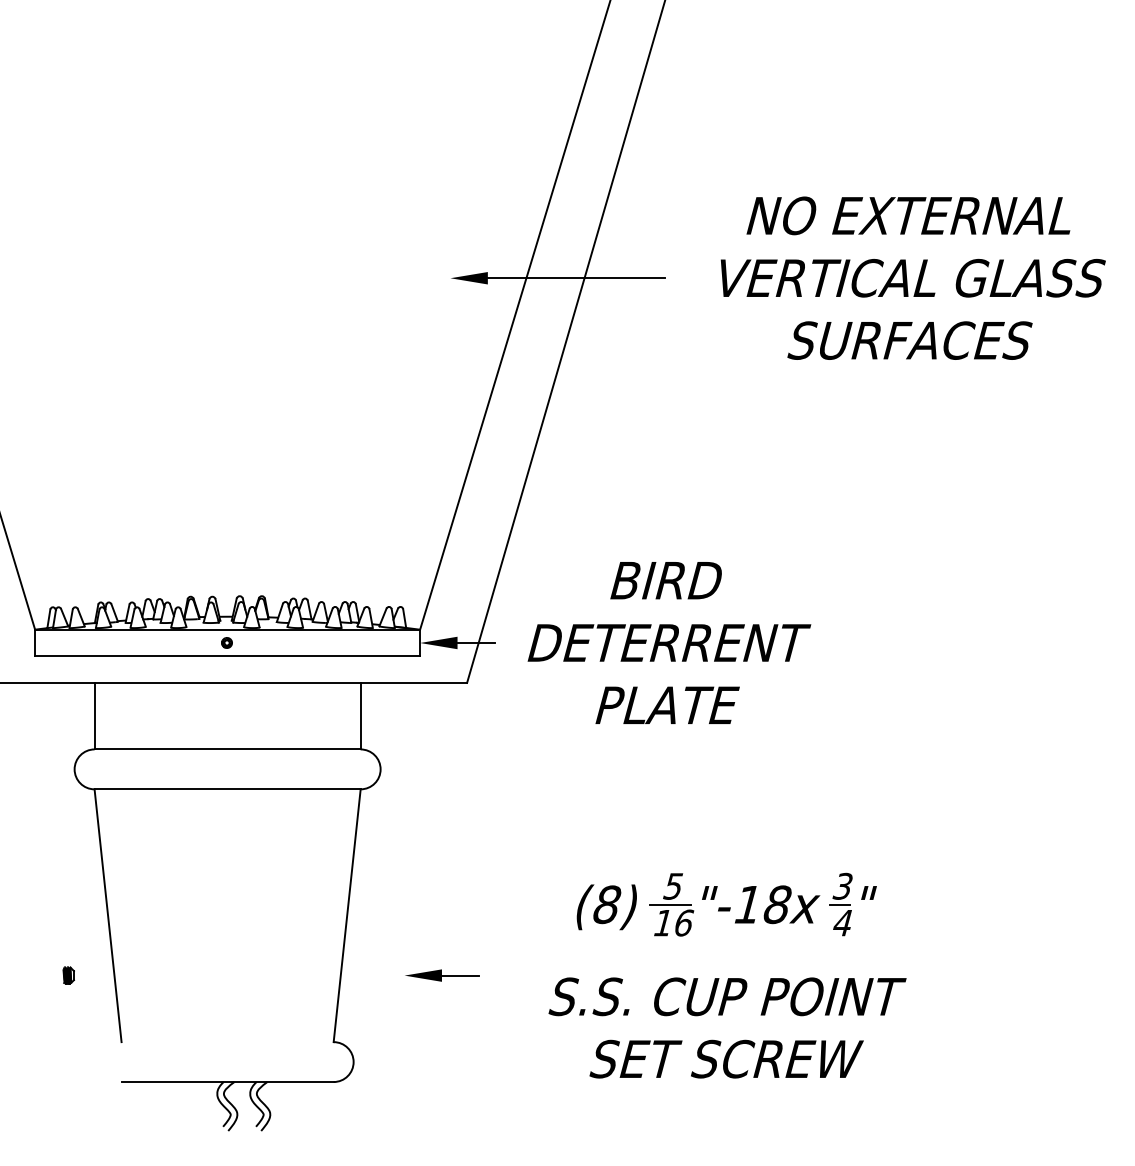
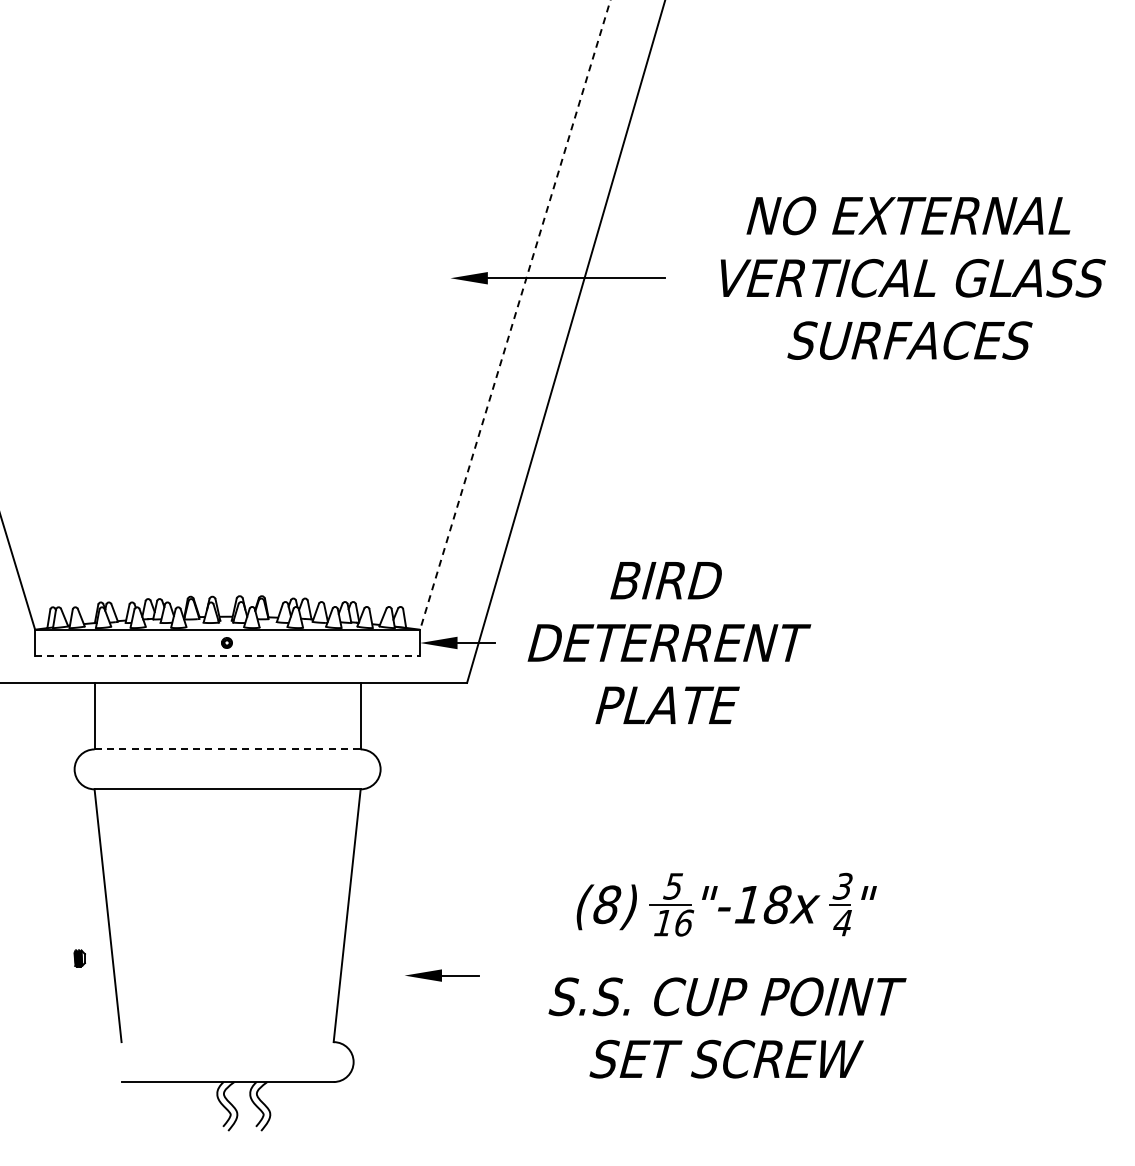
line at (515, 314): solid -> dashed
line at (227, 656): solid -> dashed
line at (228, 749): solid -> dashed
part at (68, 975) position: (68, 975) -> (79, 958)
